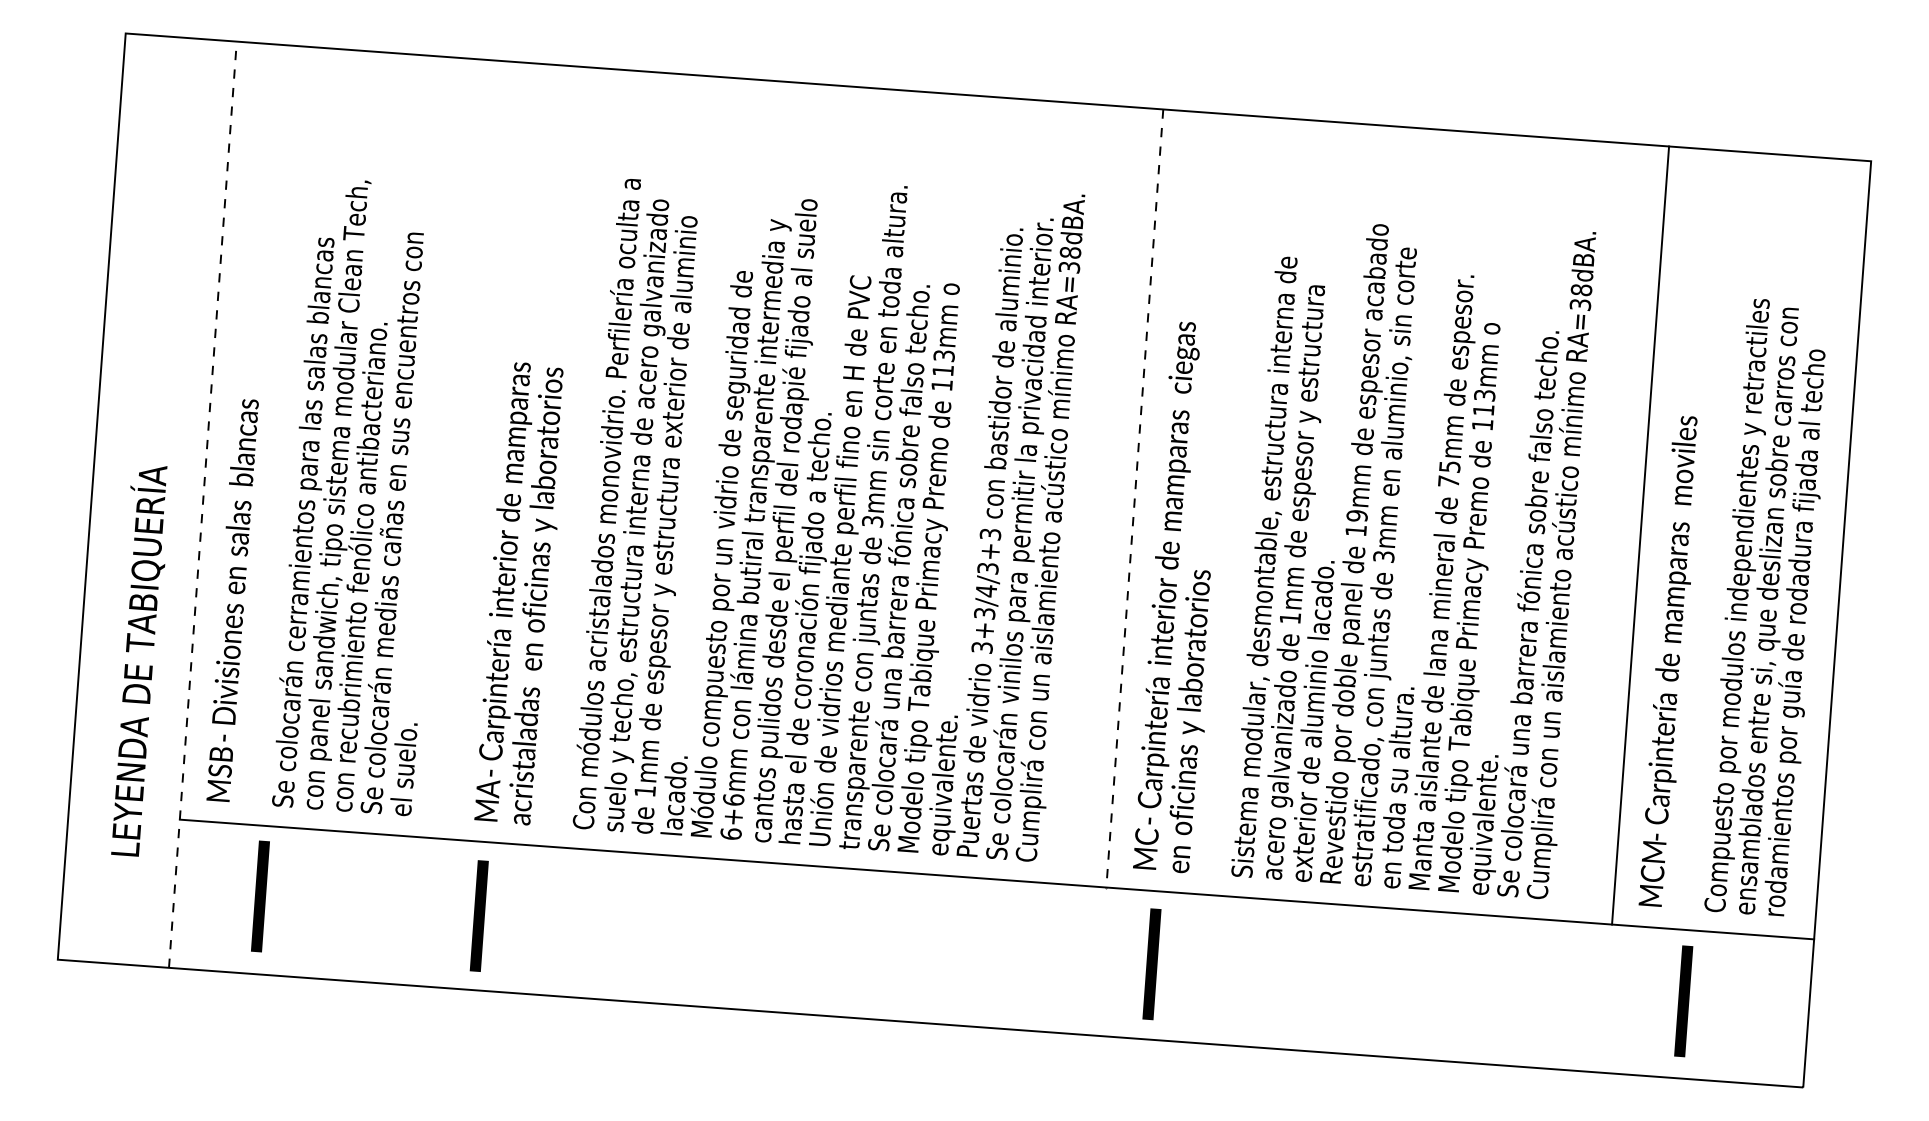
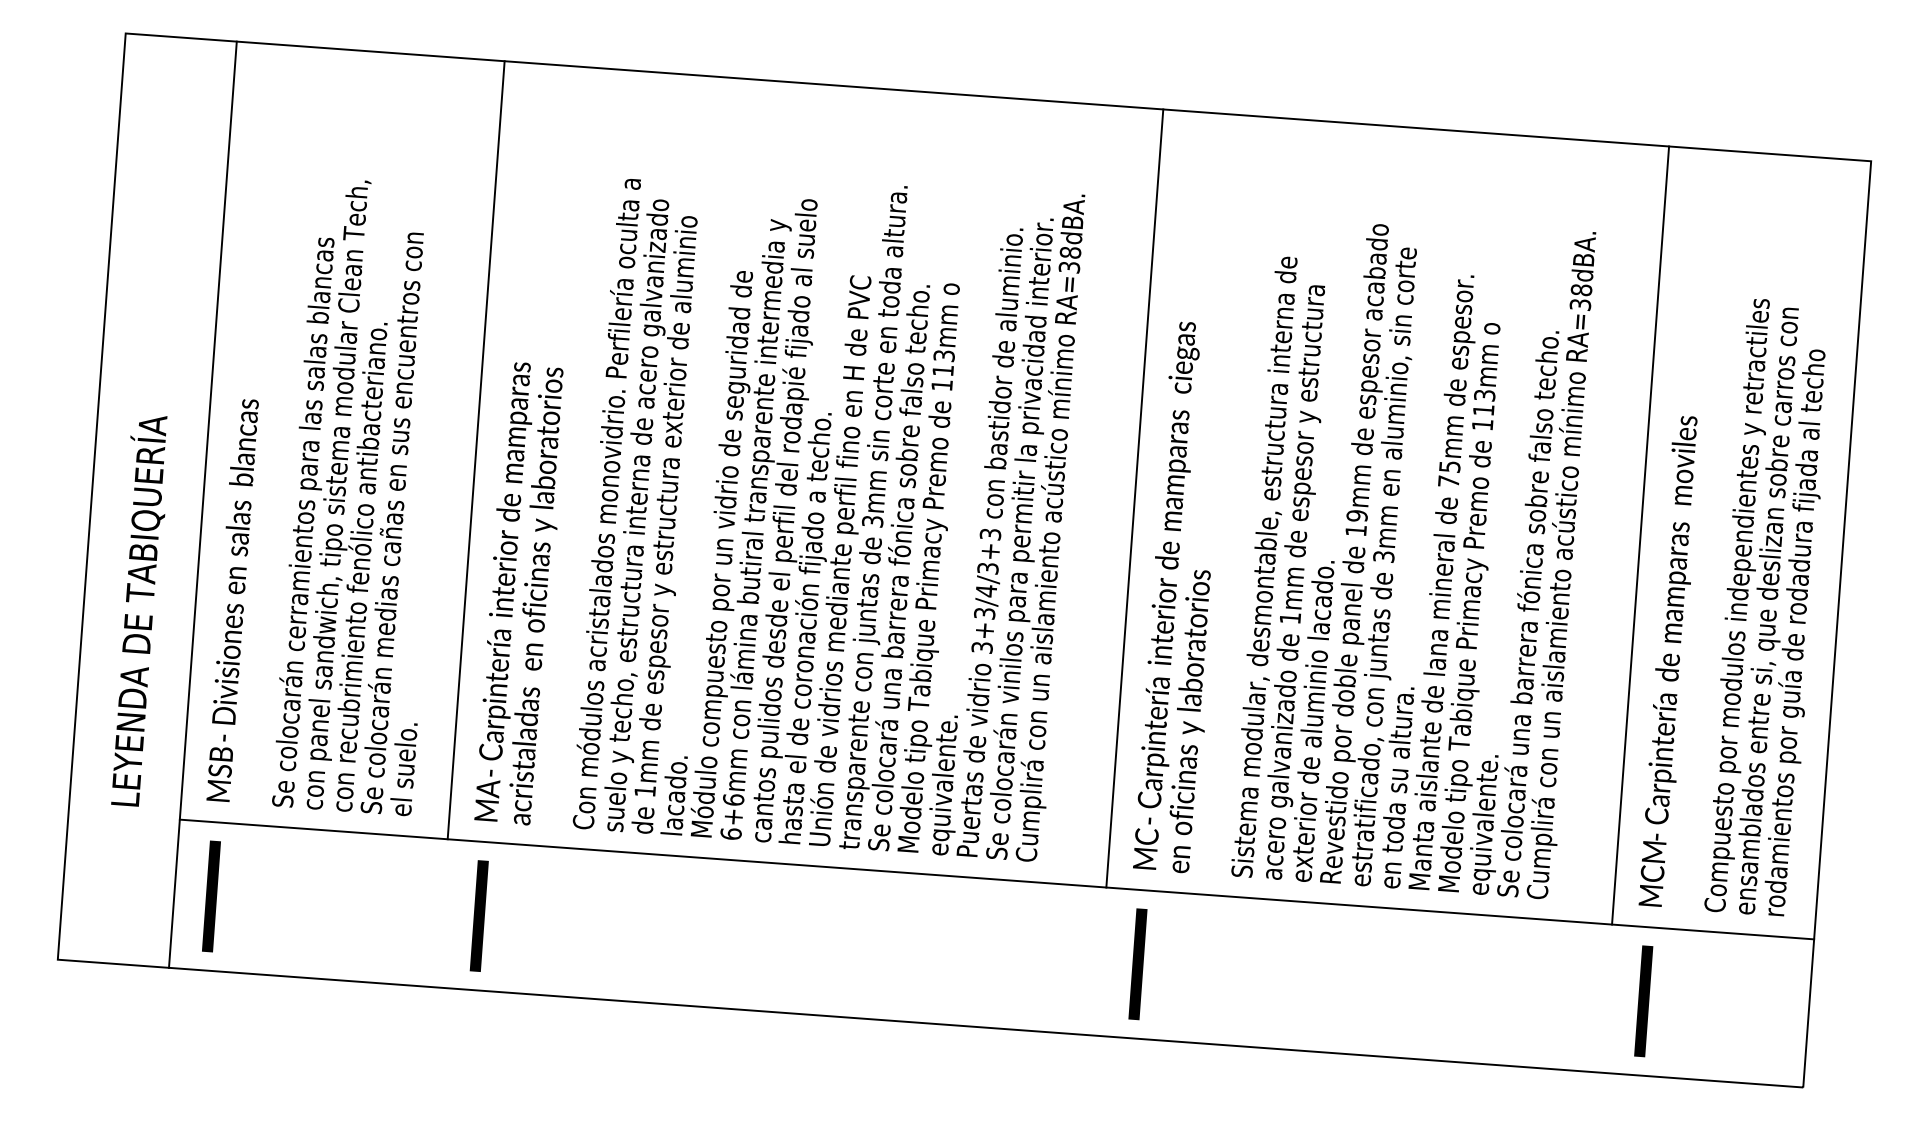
line at (475, 450): none -> present
line at (1134, 499): dashed -> solid
line at (202, 504): dashed -> solid
text at (139, 661) position: (139, 661) -> (139, 611)
line at (260, 896) position: (260, 896) -> (211, 896)
line at (1151, 964) position: (1151, 964) -> (1137, 964)
line at (1683, 1001) position: (1683, 1001) -> (1643, 1001)
